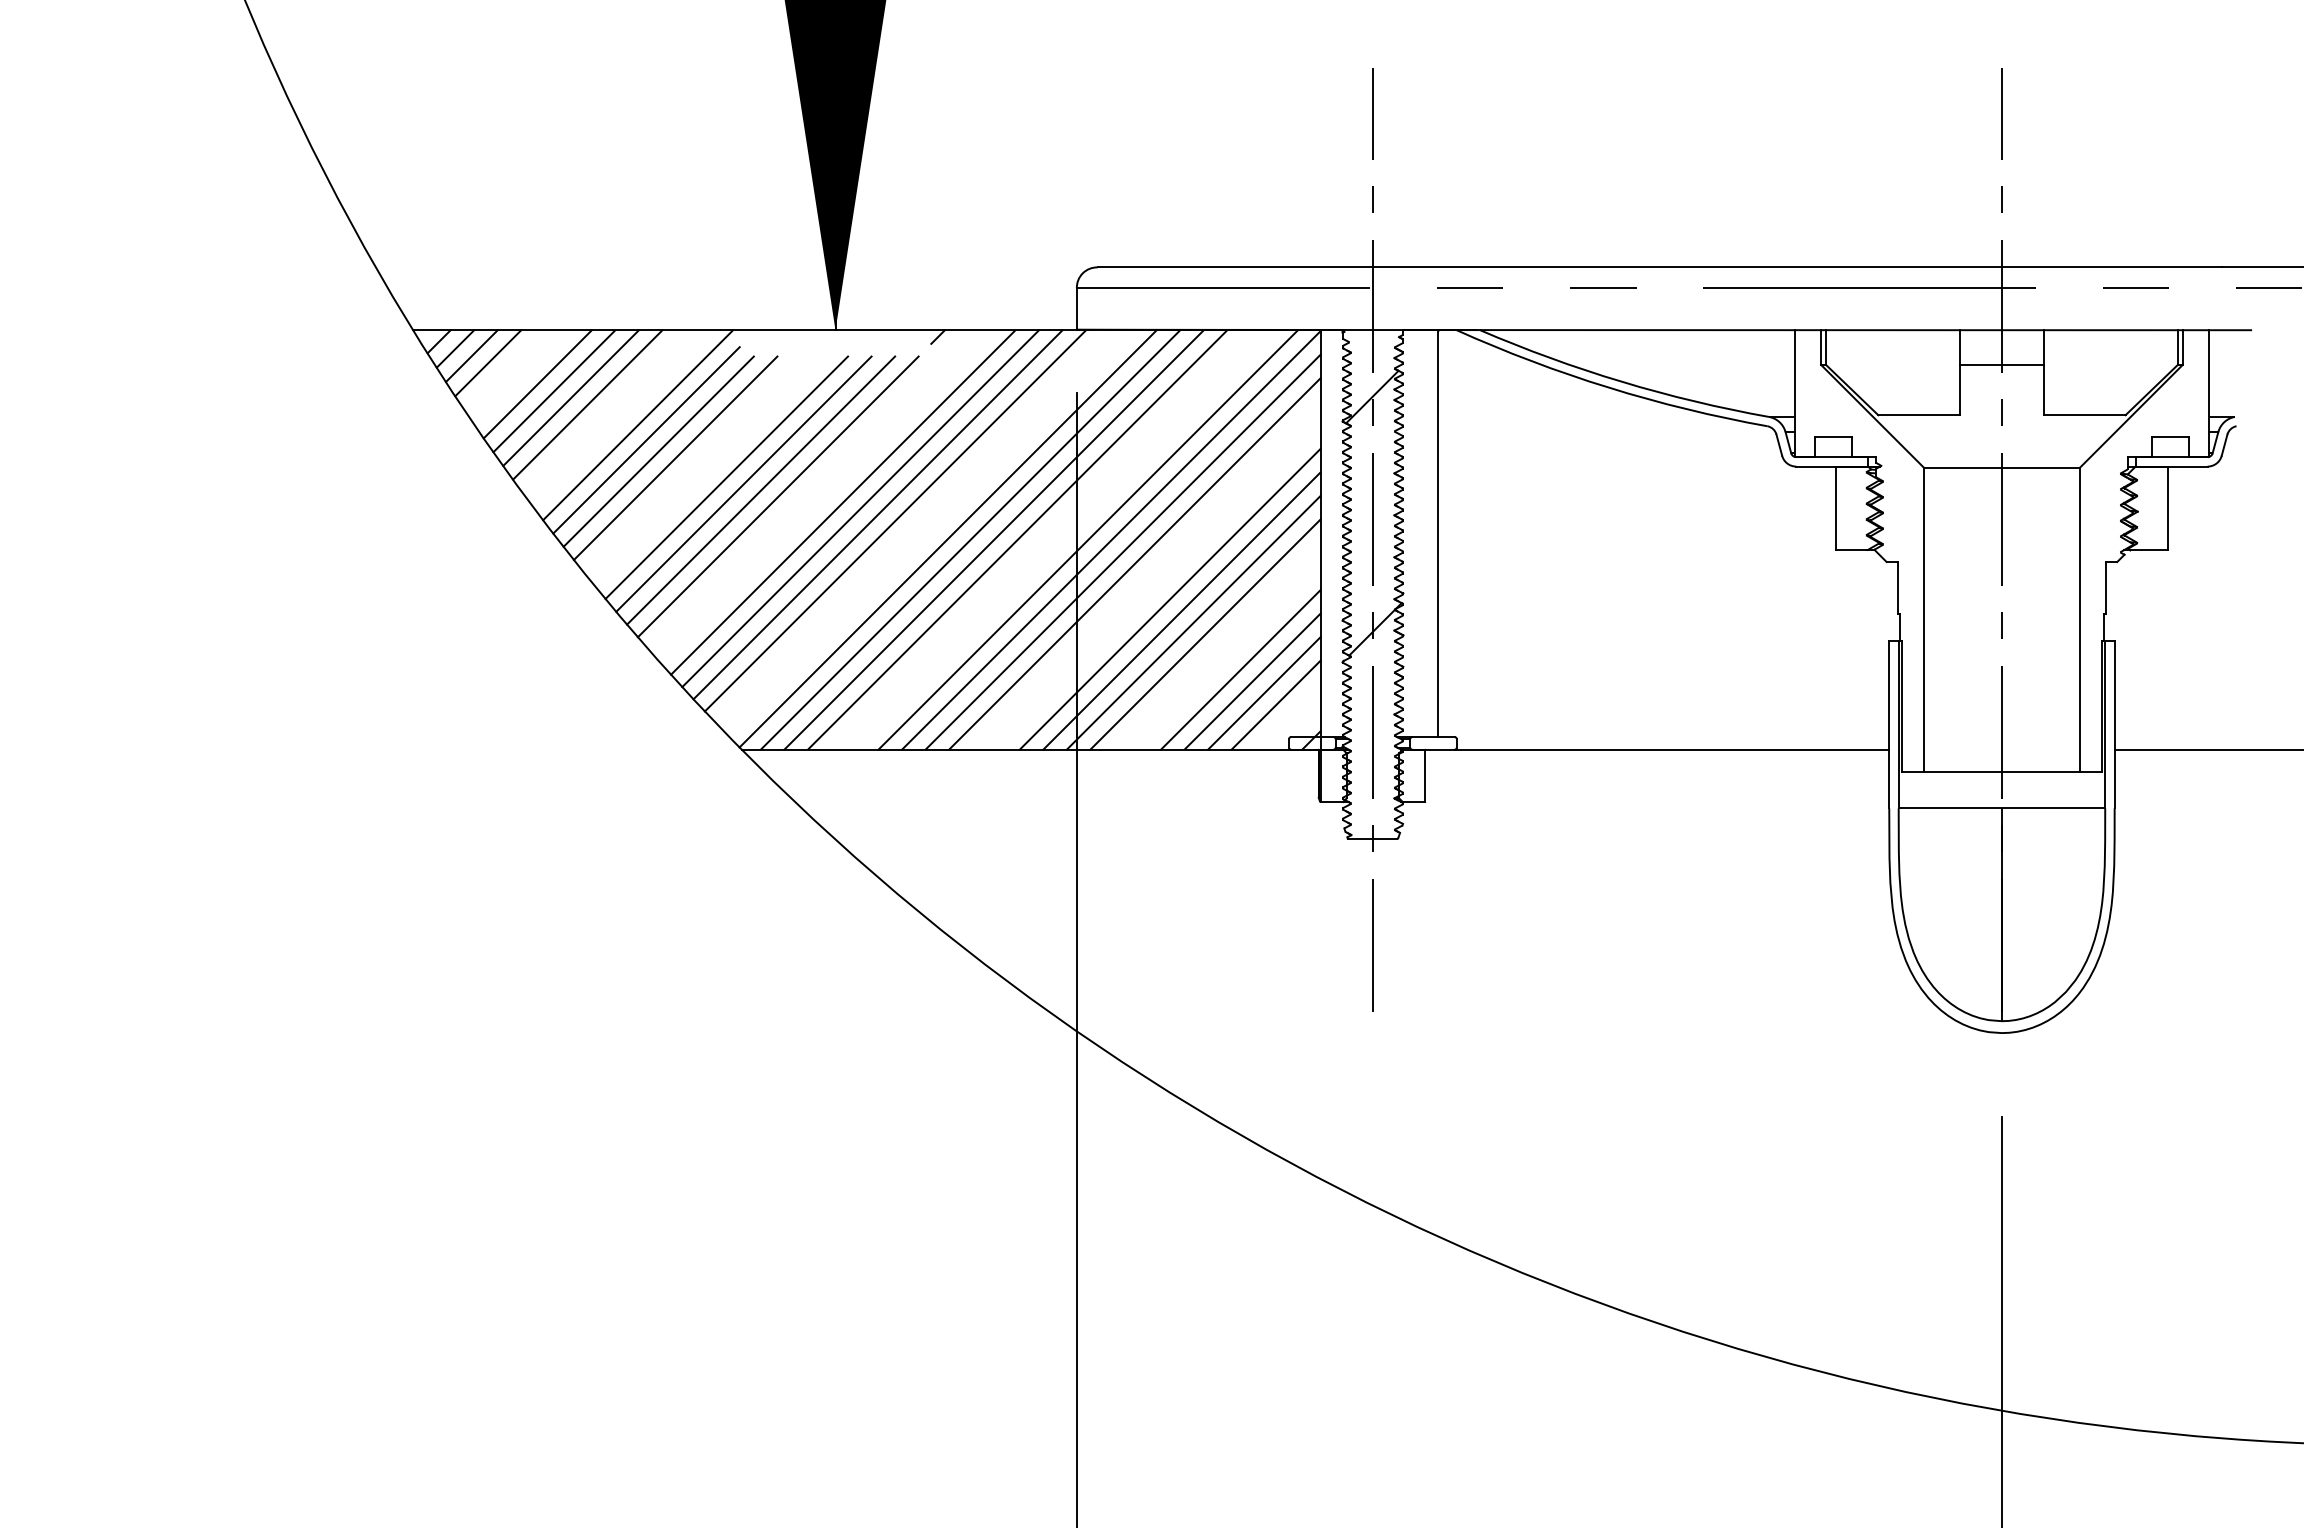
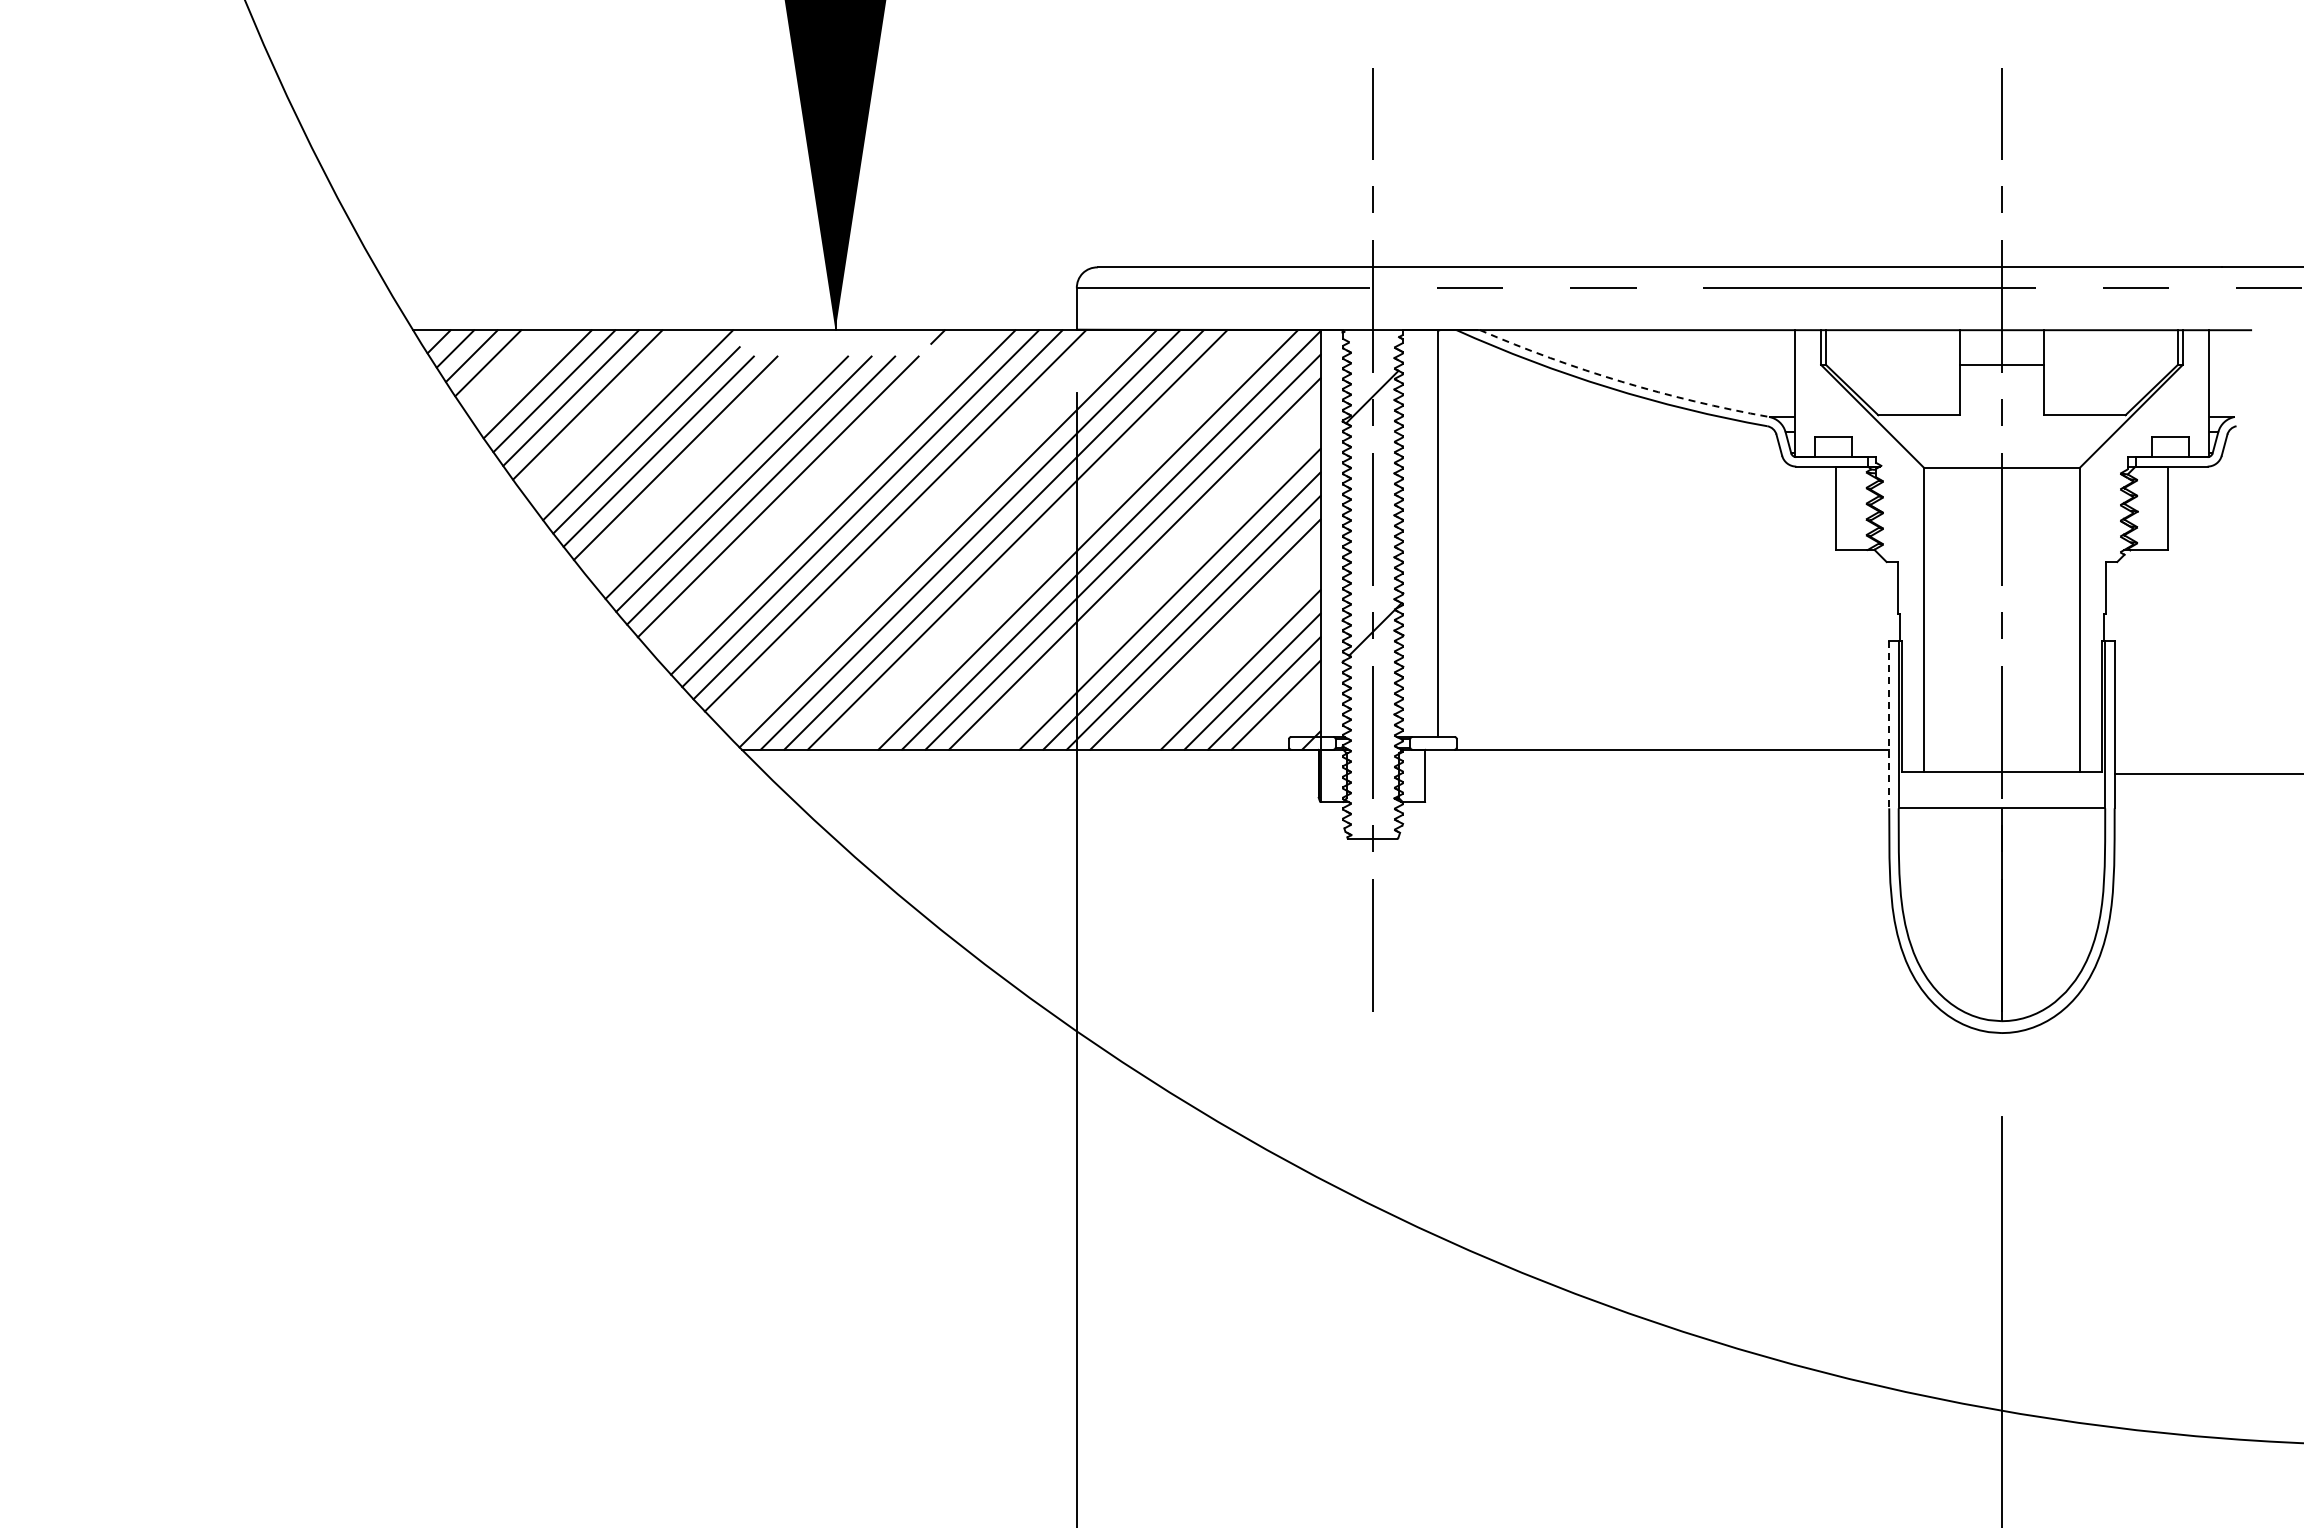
arc at (1621, 381): solid -> dashed
line at (1889, 724): solid -> dashed
line at (2207, 749) position: (2207, 749) -> (2207, 773)
